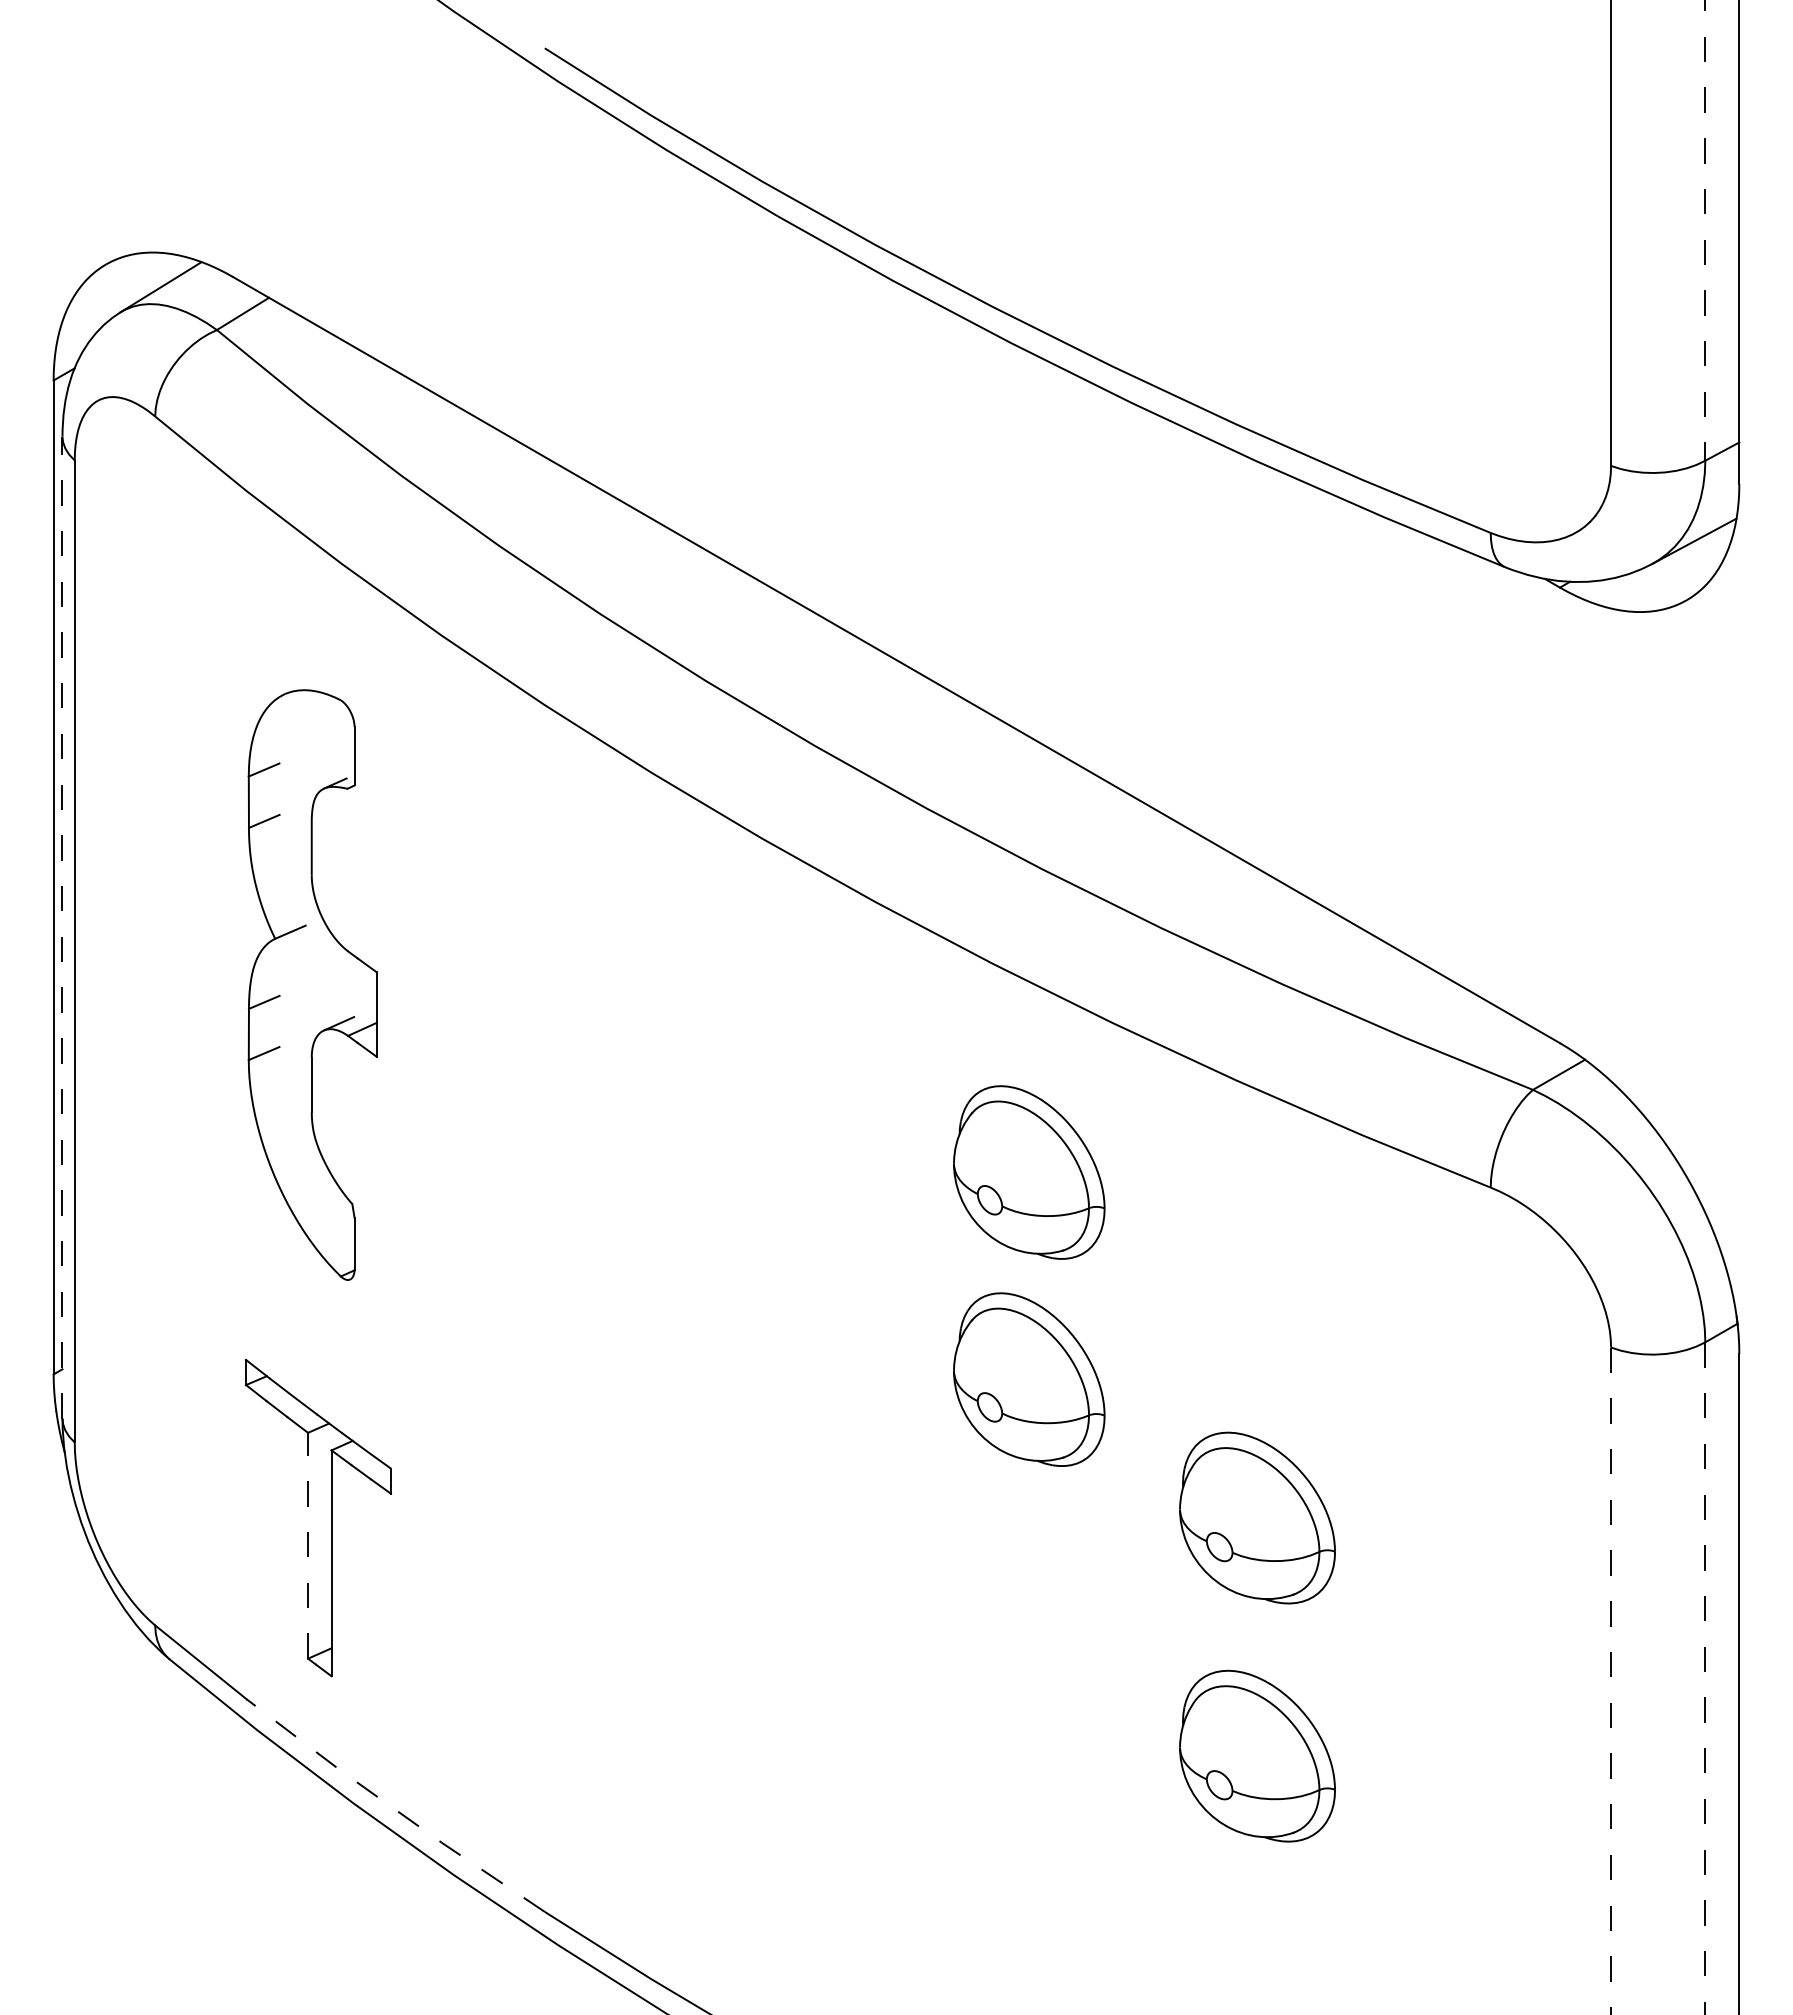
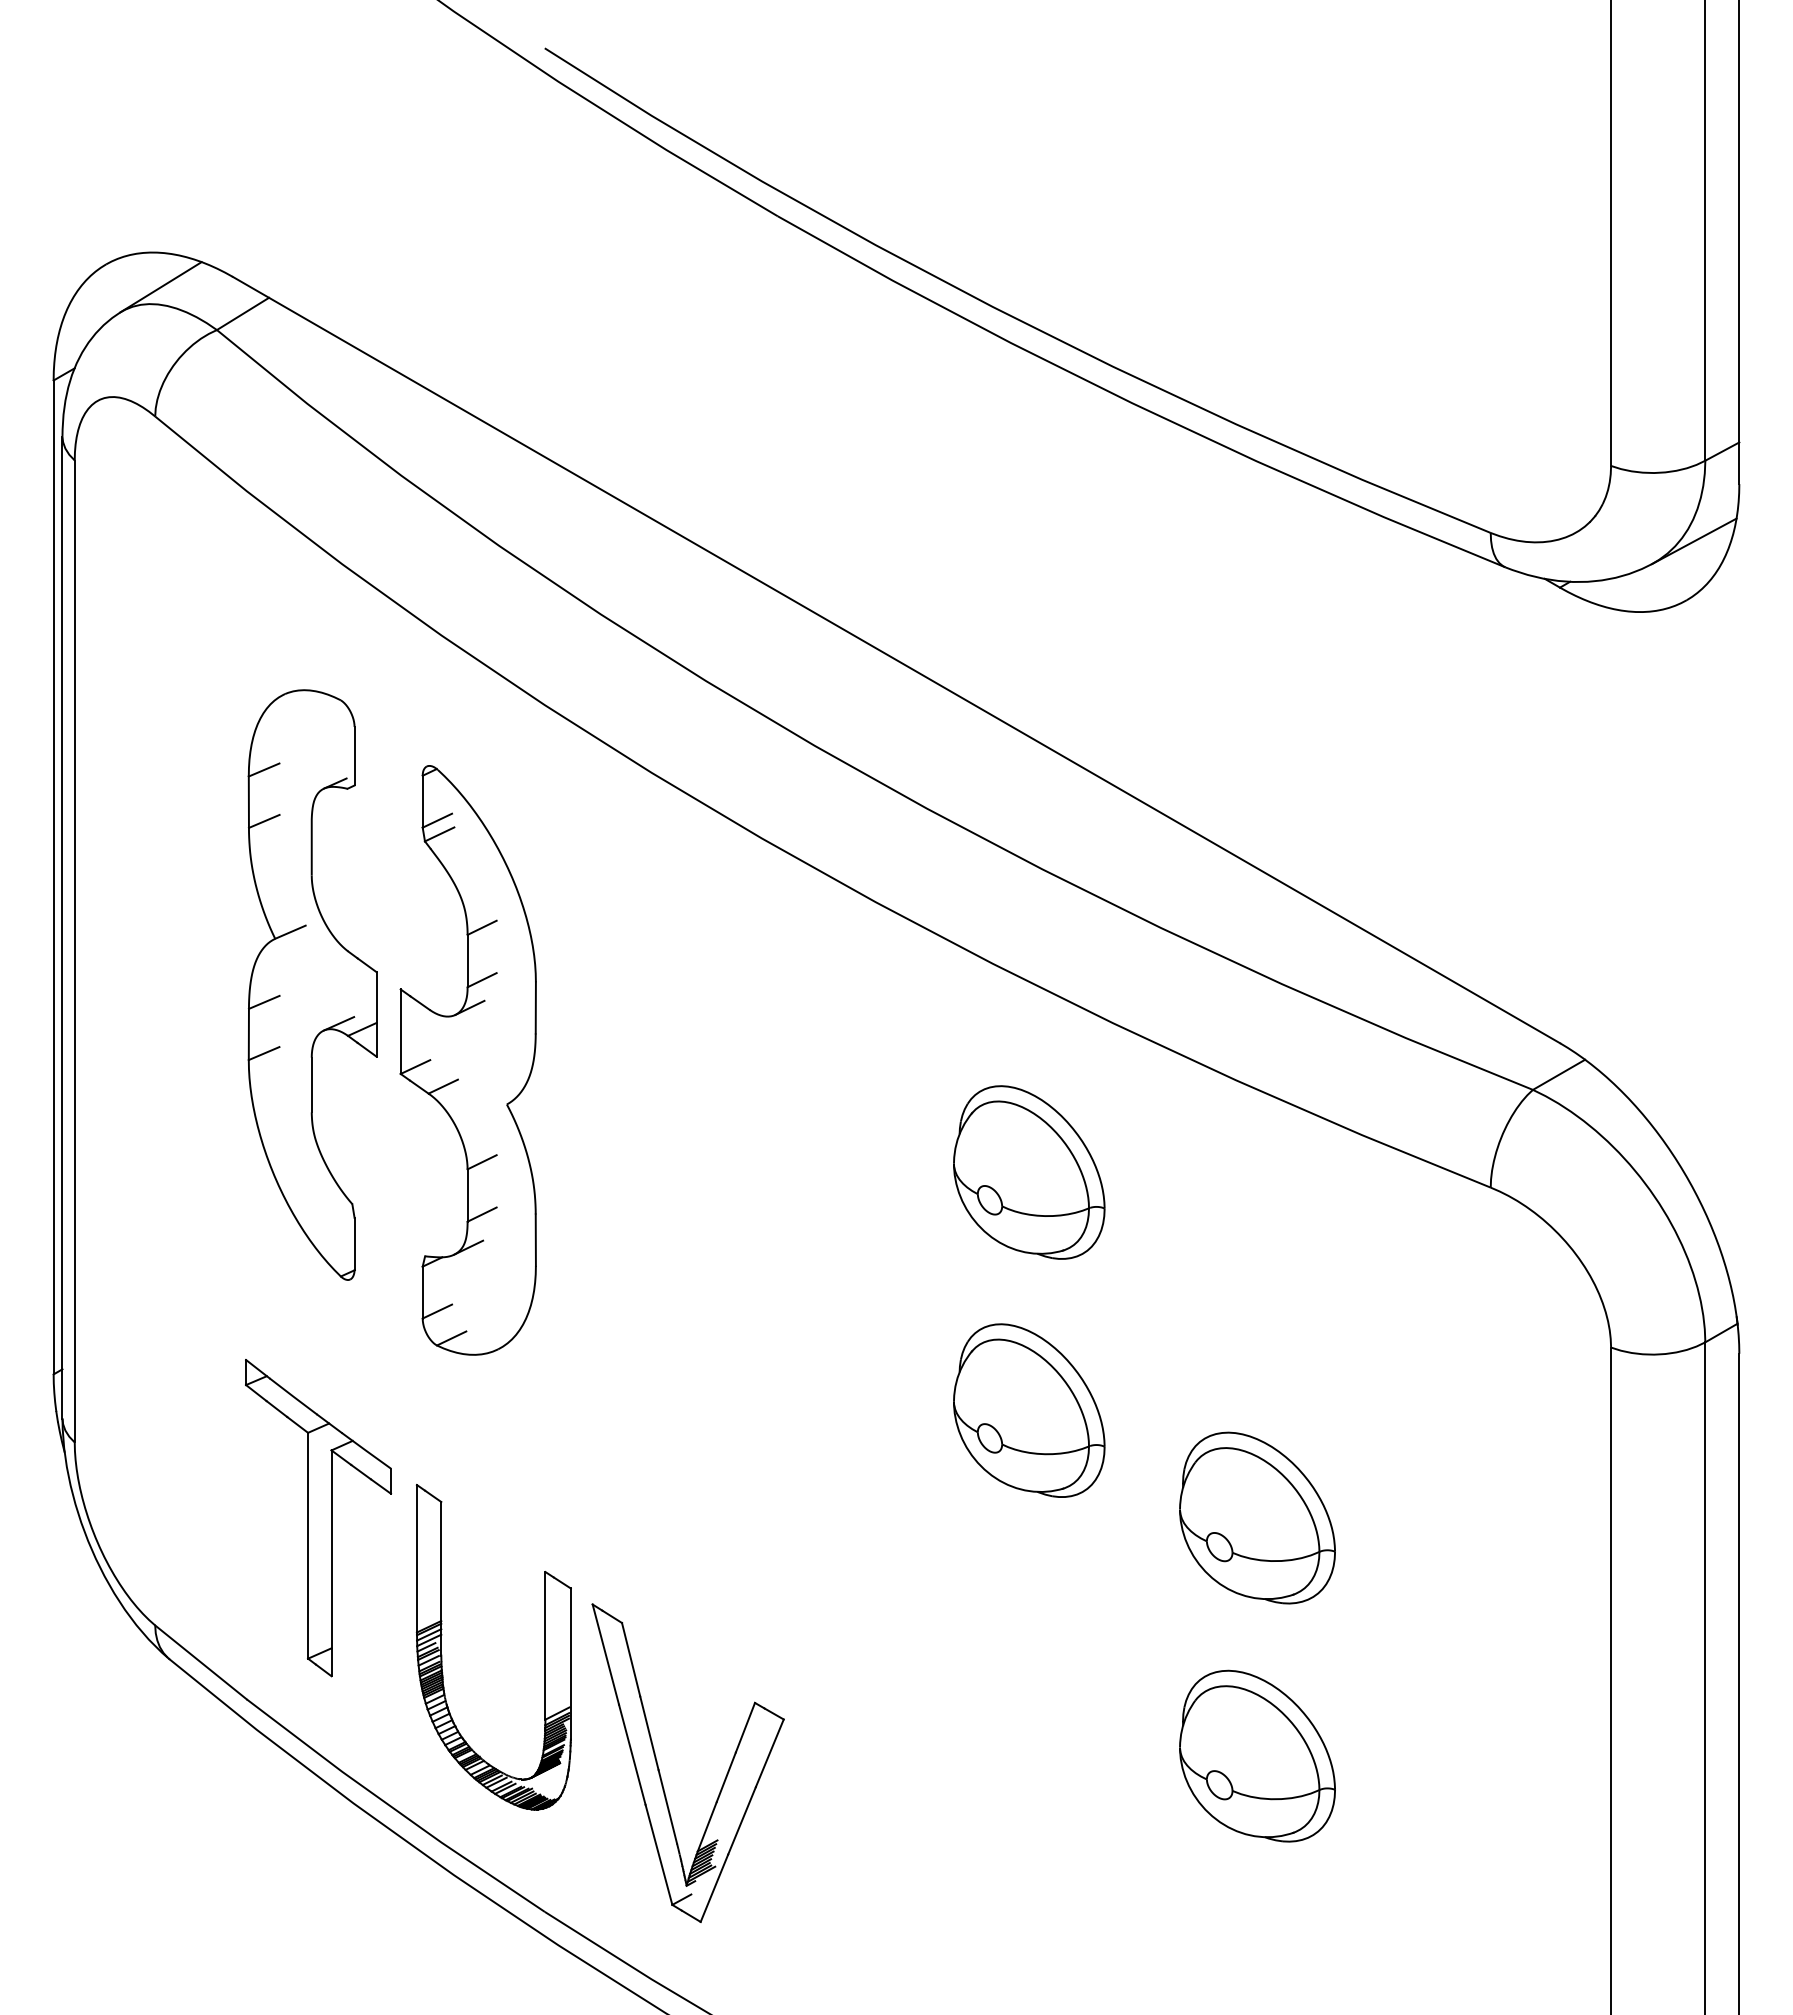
line at (1705, 230): dashed -> solid
line at (62, 927): dashed -> solid
part at (467, 1060): none -> present
part at (1029, 1379) position: (1029, 1379) -> (1029, 1410)
line at (308, 1545): dashed -> solid
part at (544, 1647): none -> present
line at (1705, 1678): dashed -> solid
line at (1611, 1681): dashed -> solid
part at (659, 1768): none -> present
line at (393, 1808): dashed -> solid
